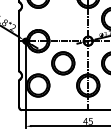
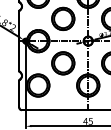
part at (63, 18): none -> present
